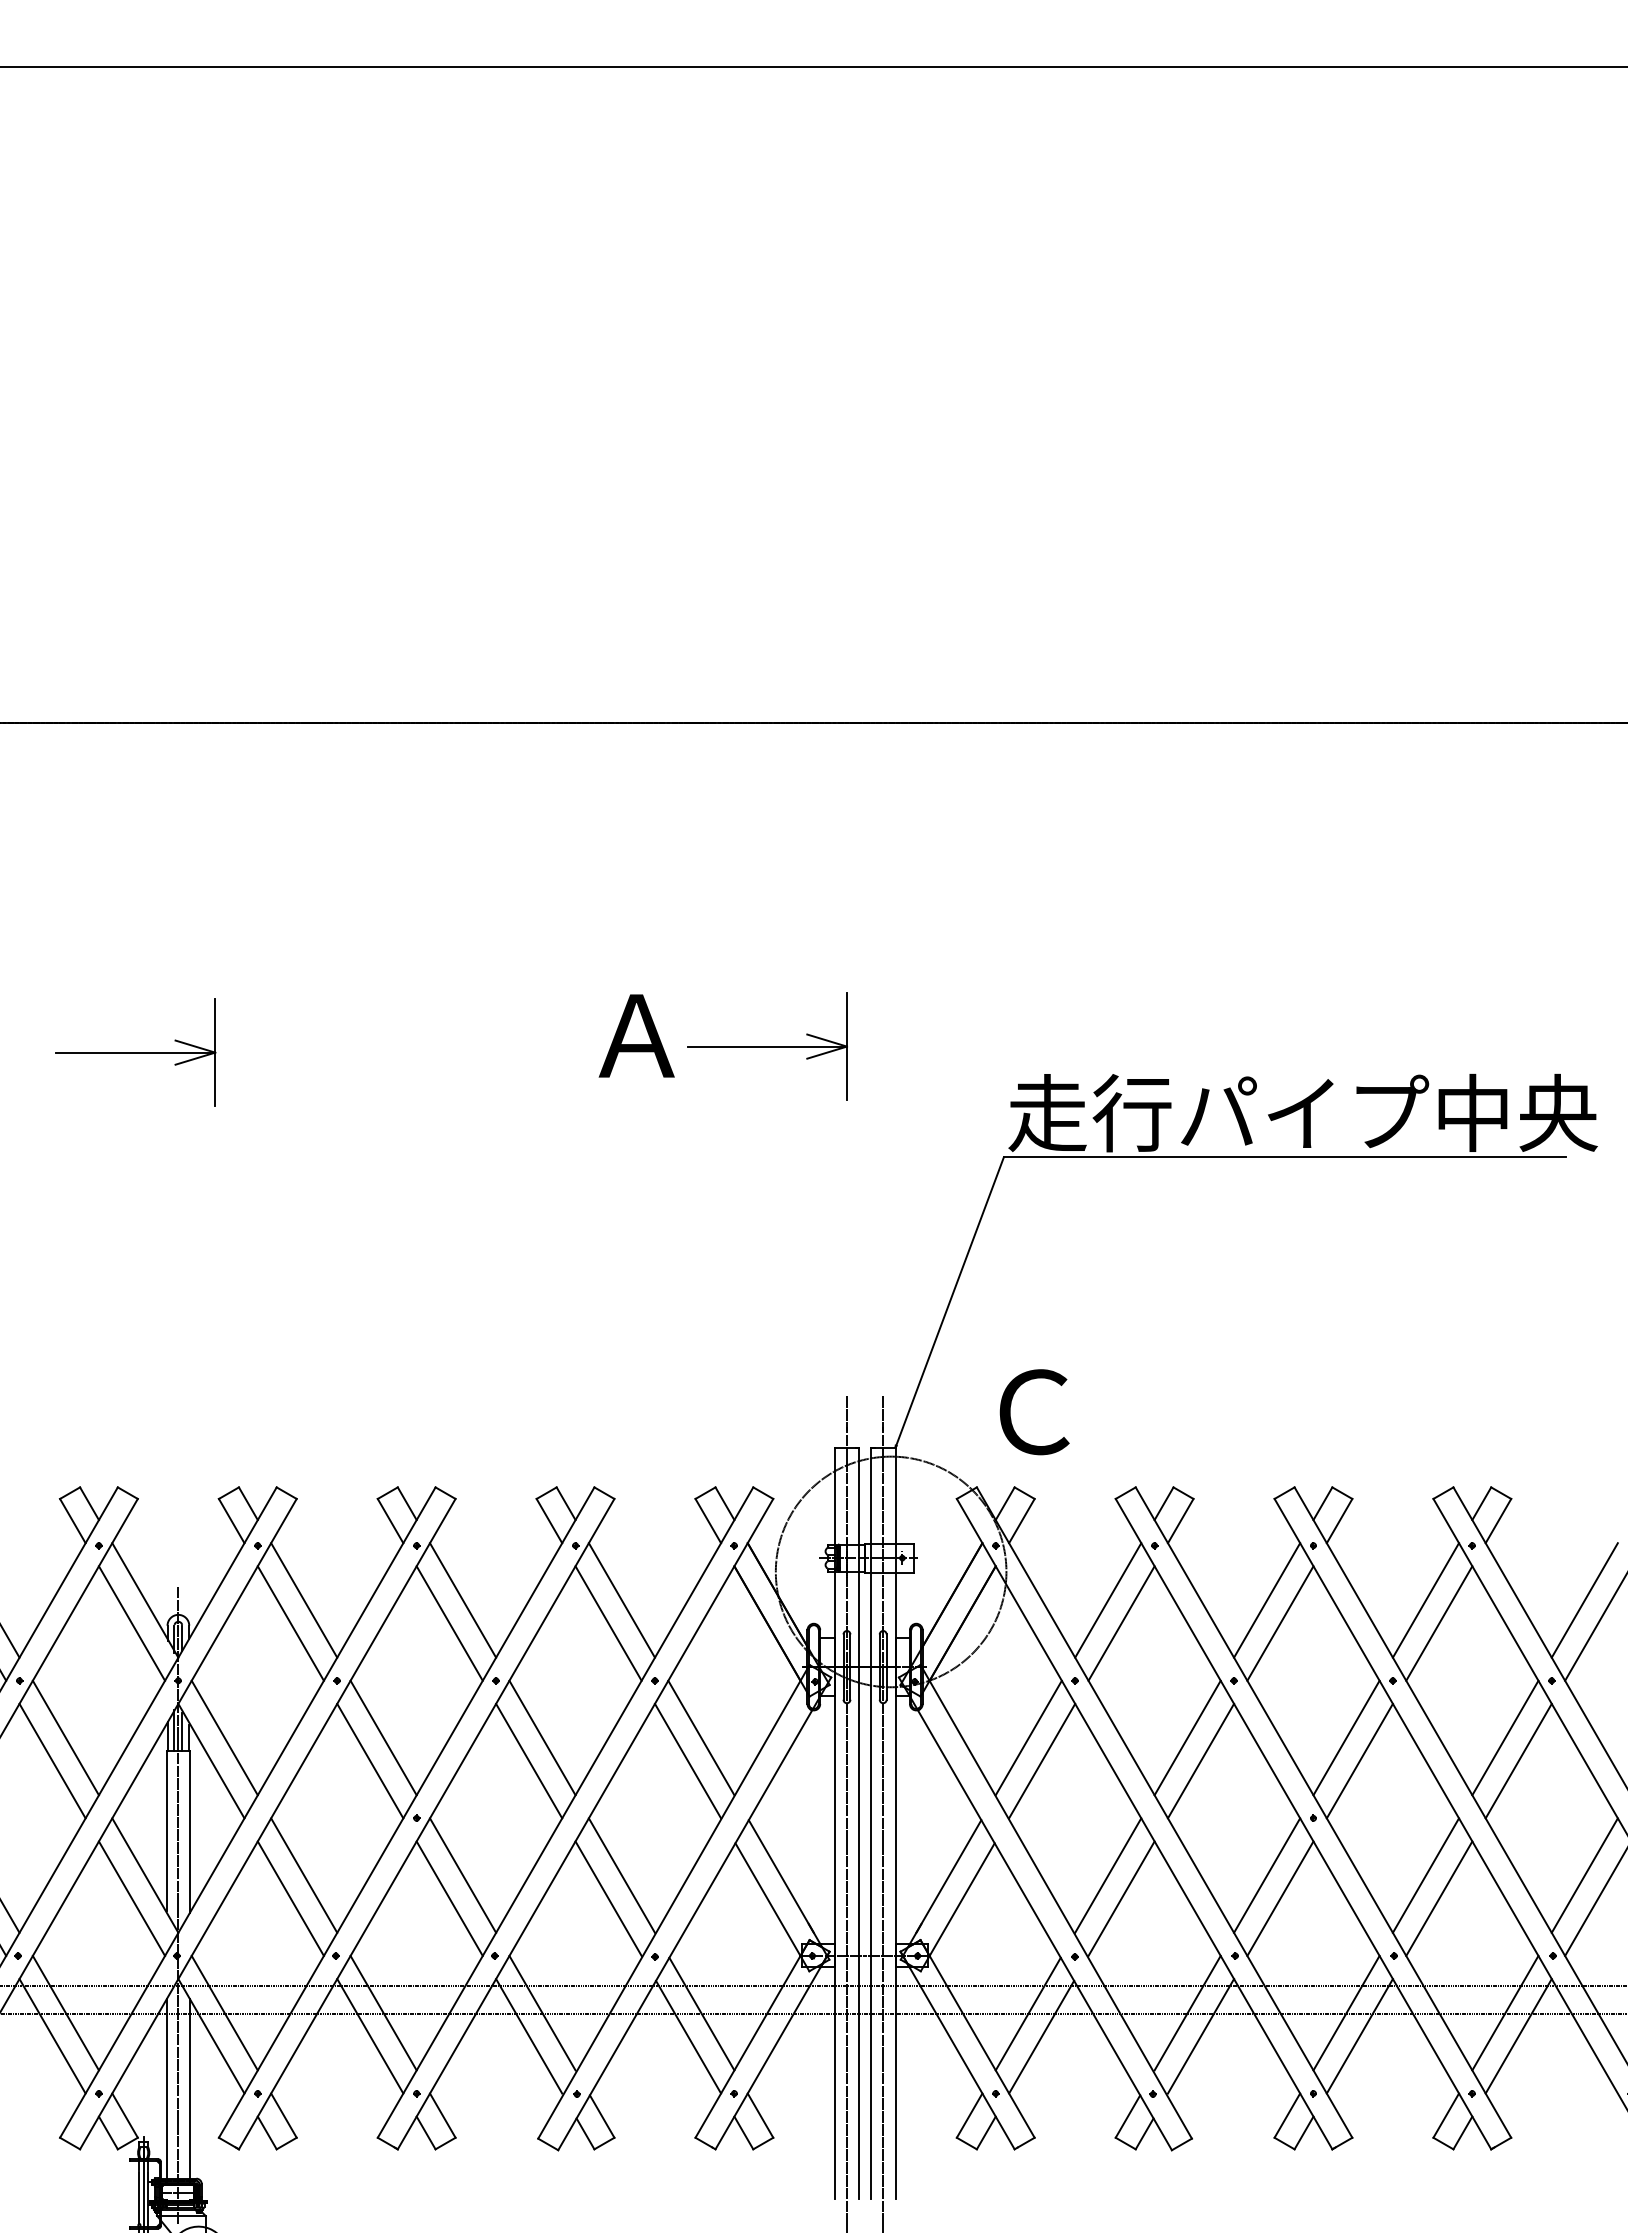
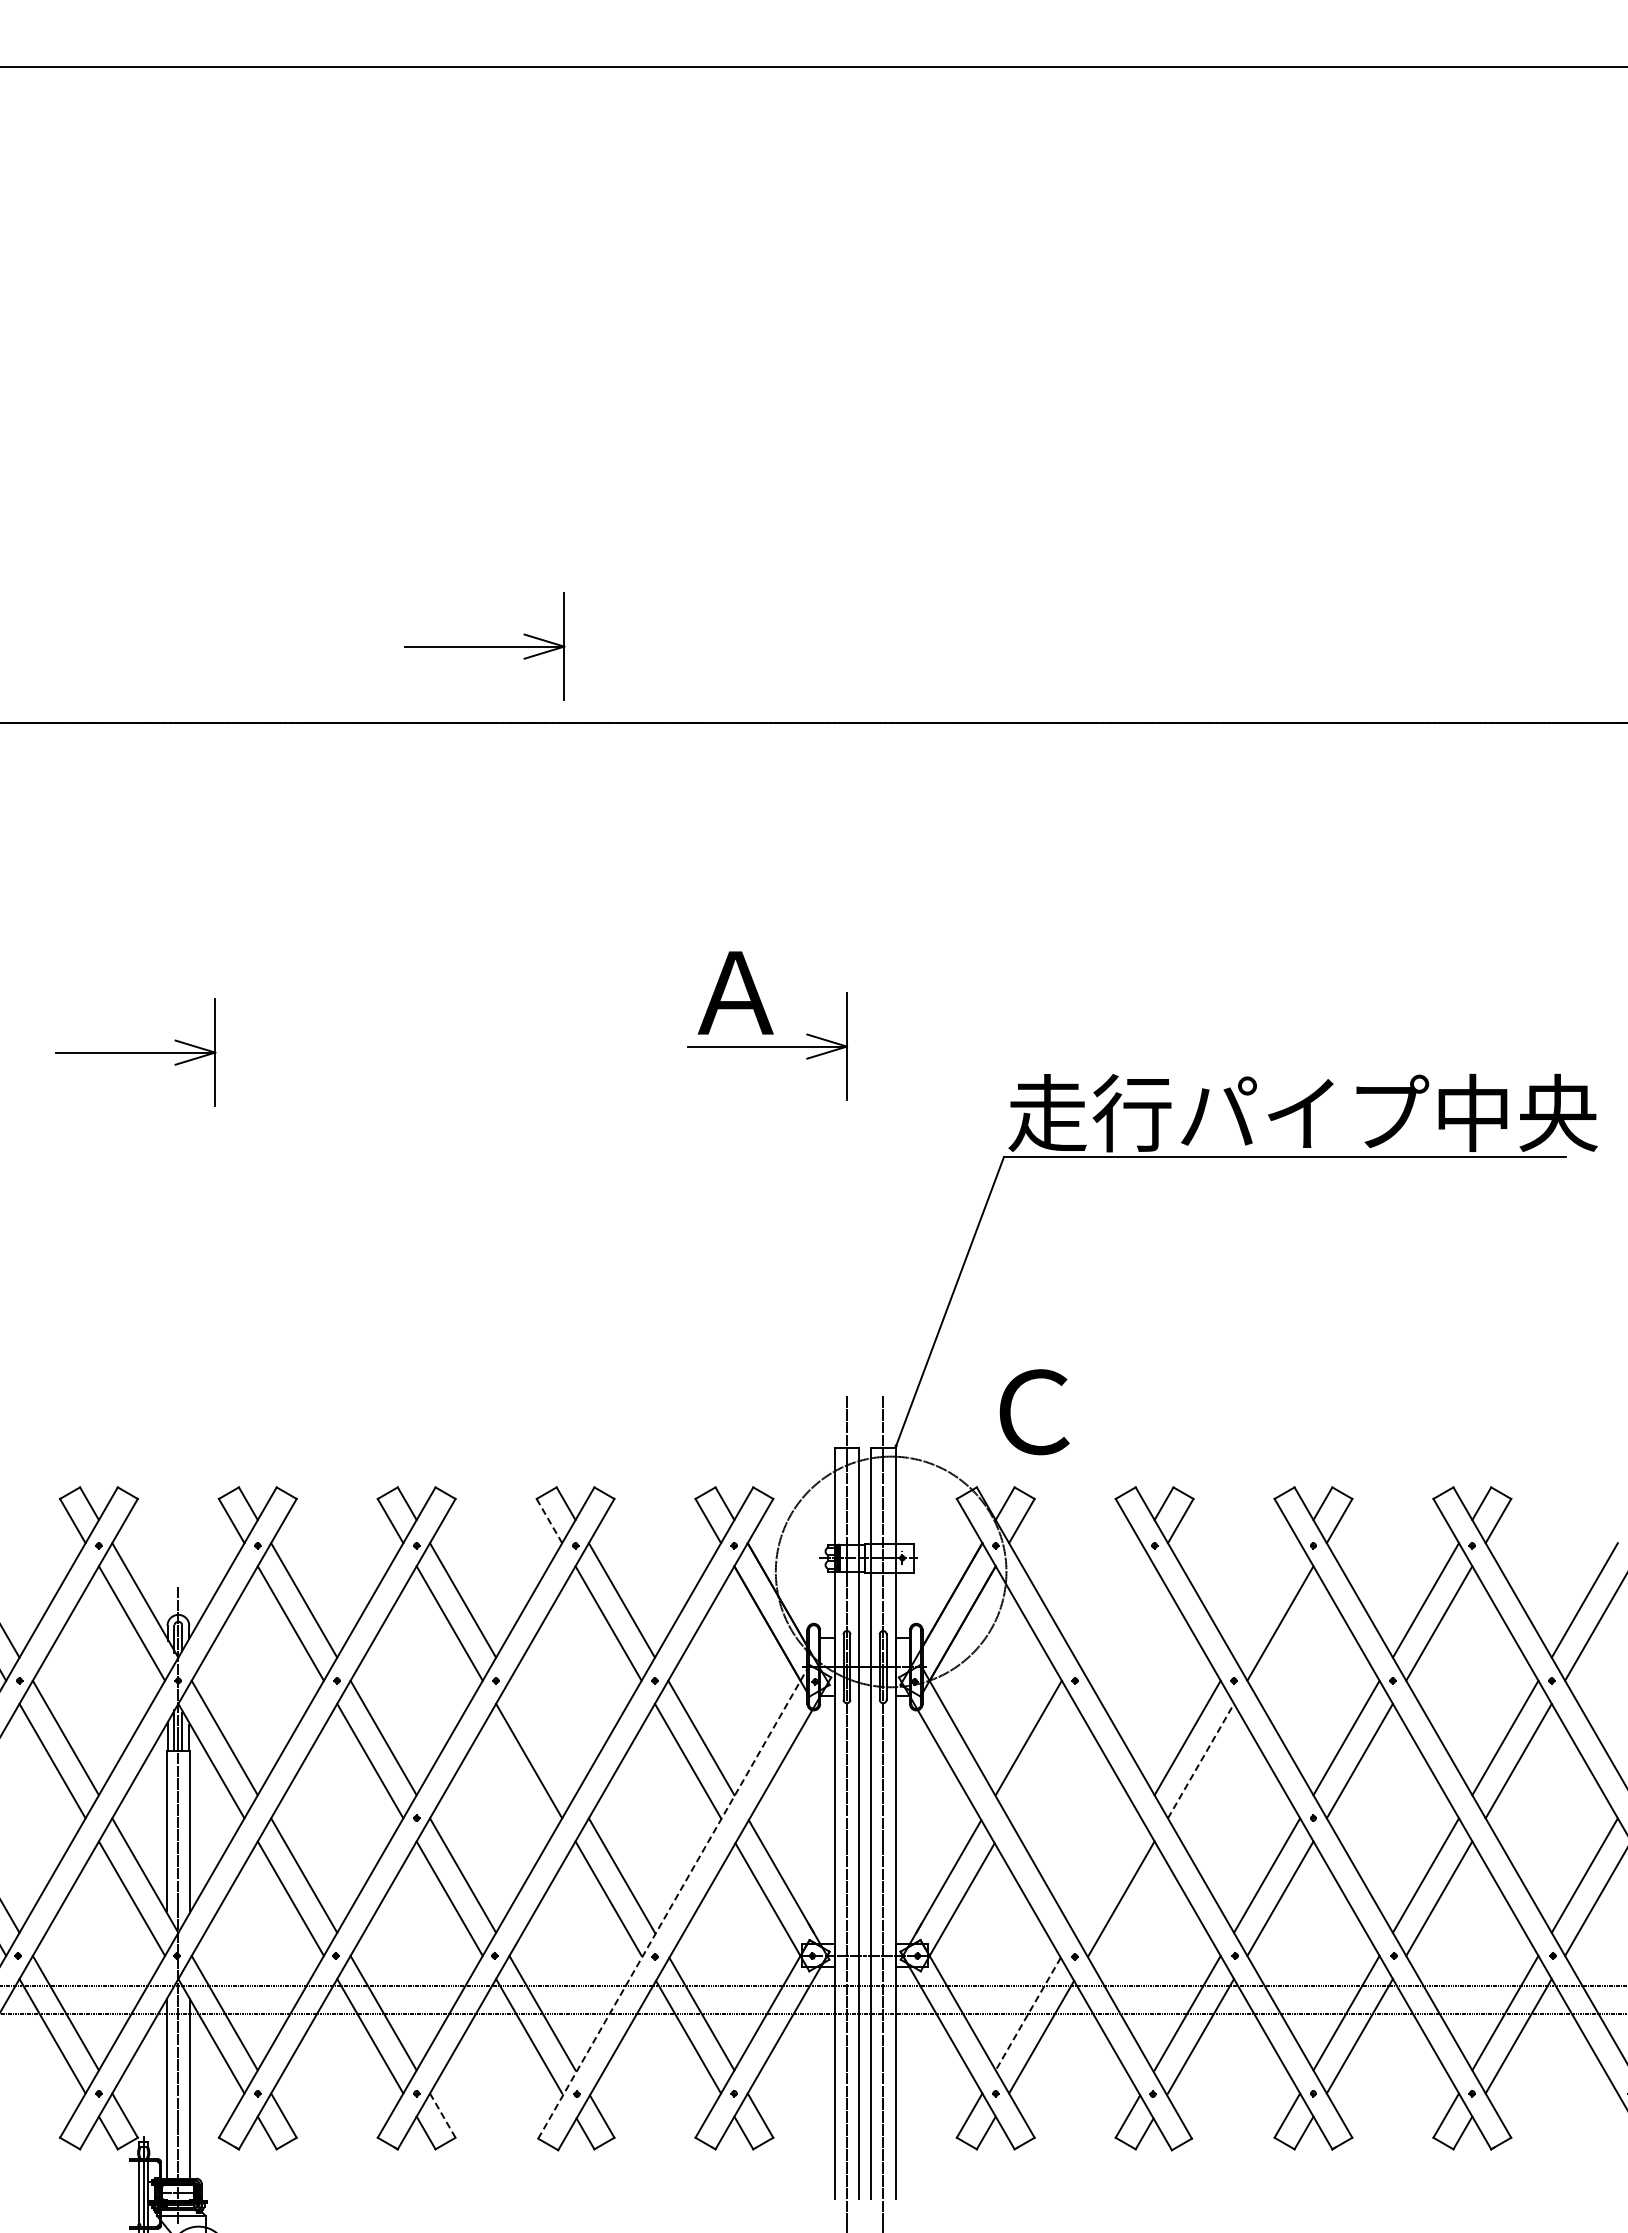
part at (484, 646): none -> present
text at (636, 1035) position: (636, 1035) -> (735, 992)
line at (549, 1521): solid -> dashed
line at (1108, 1600): present -> none
line at (1267, 1600): present -> none
line at (1121, 1623): present -> none
line at (542, 1737): present -> none
line at (1042, 1760): present -> none
line at (1201, 1760): solid -> dashed
line at (1108, 1875): present -> none
line at (673, 1901): solid -> dashed
line at (1028, 2014): solid -> dashed
line at (442, 2115): solid -> dashed
